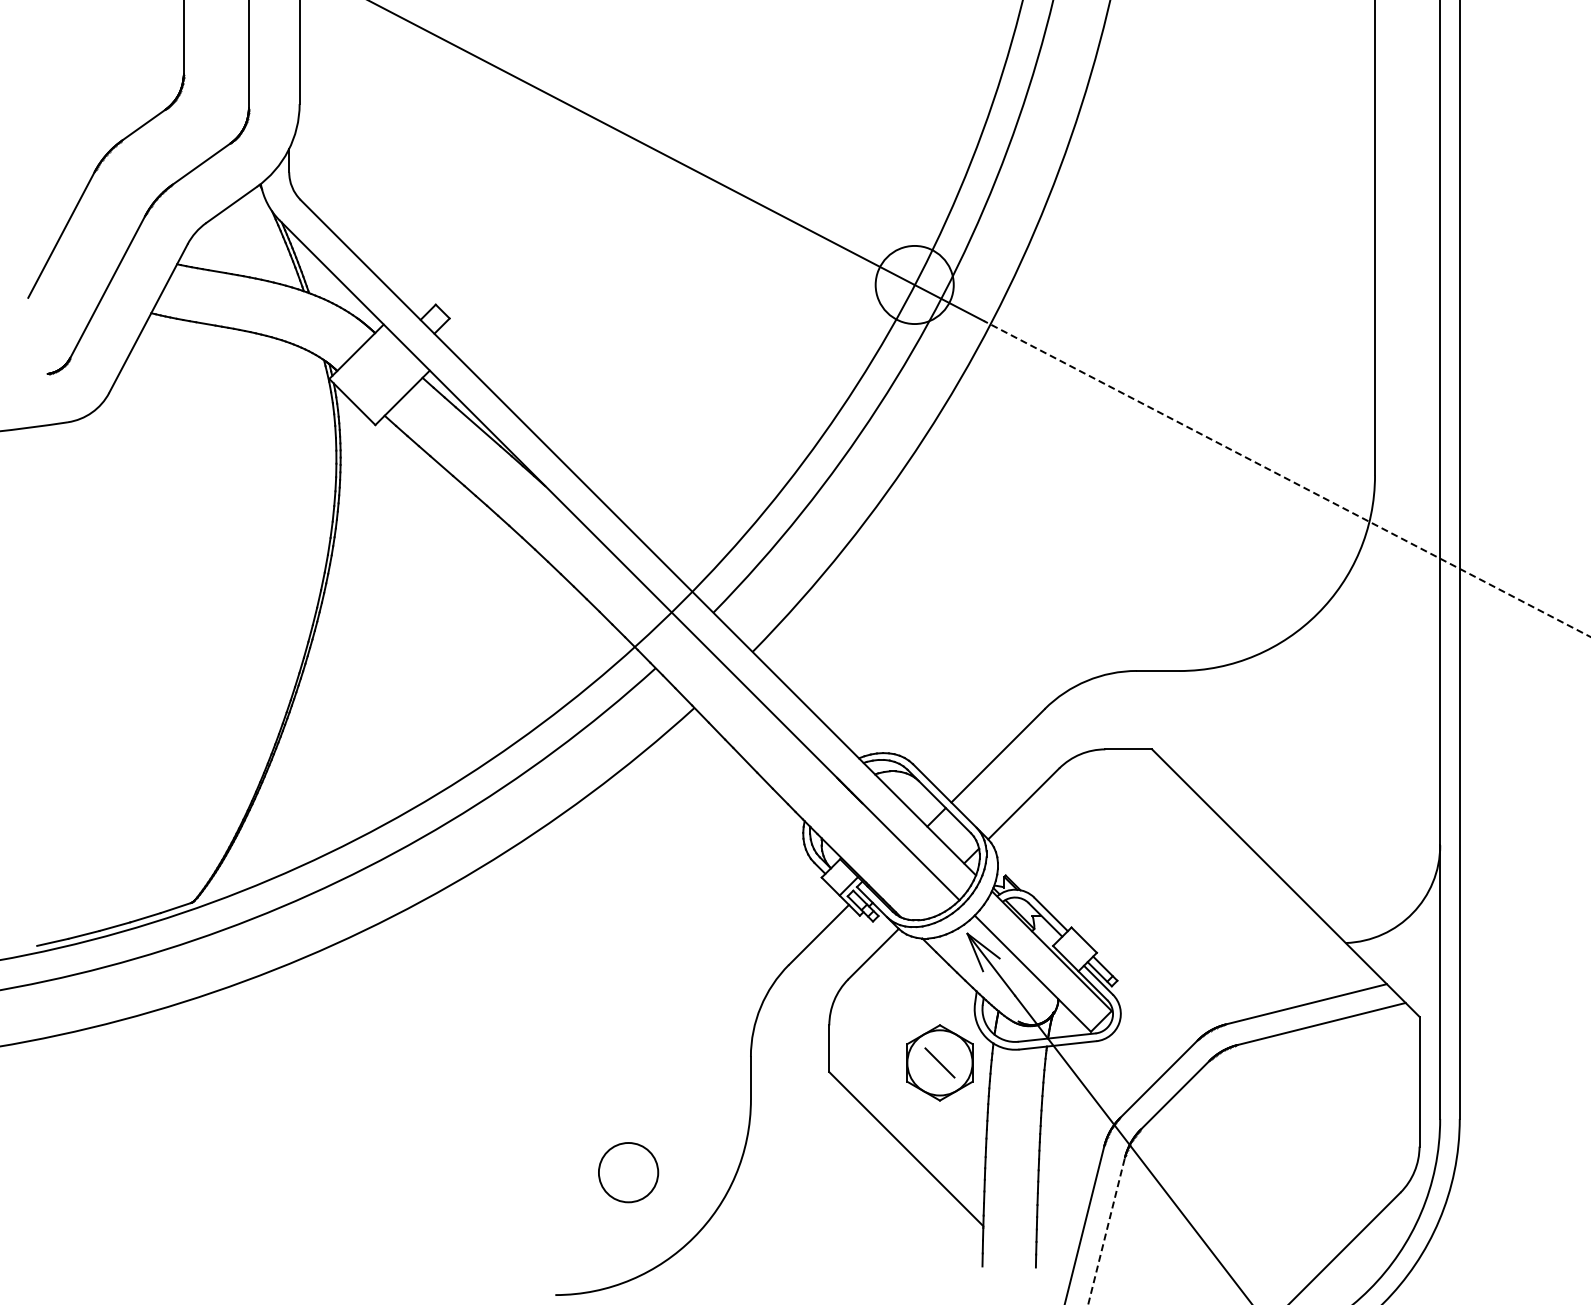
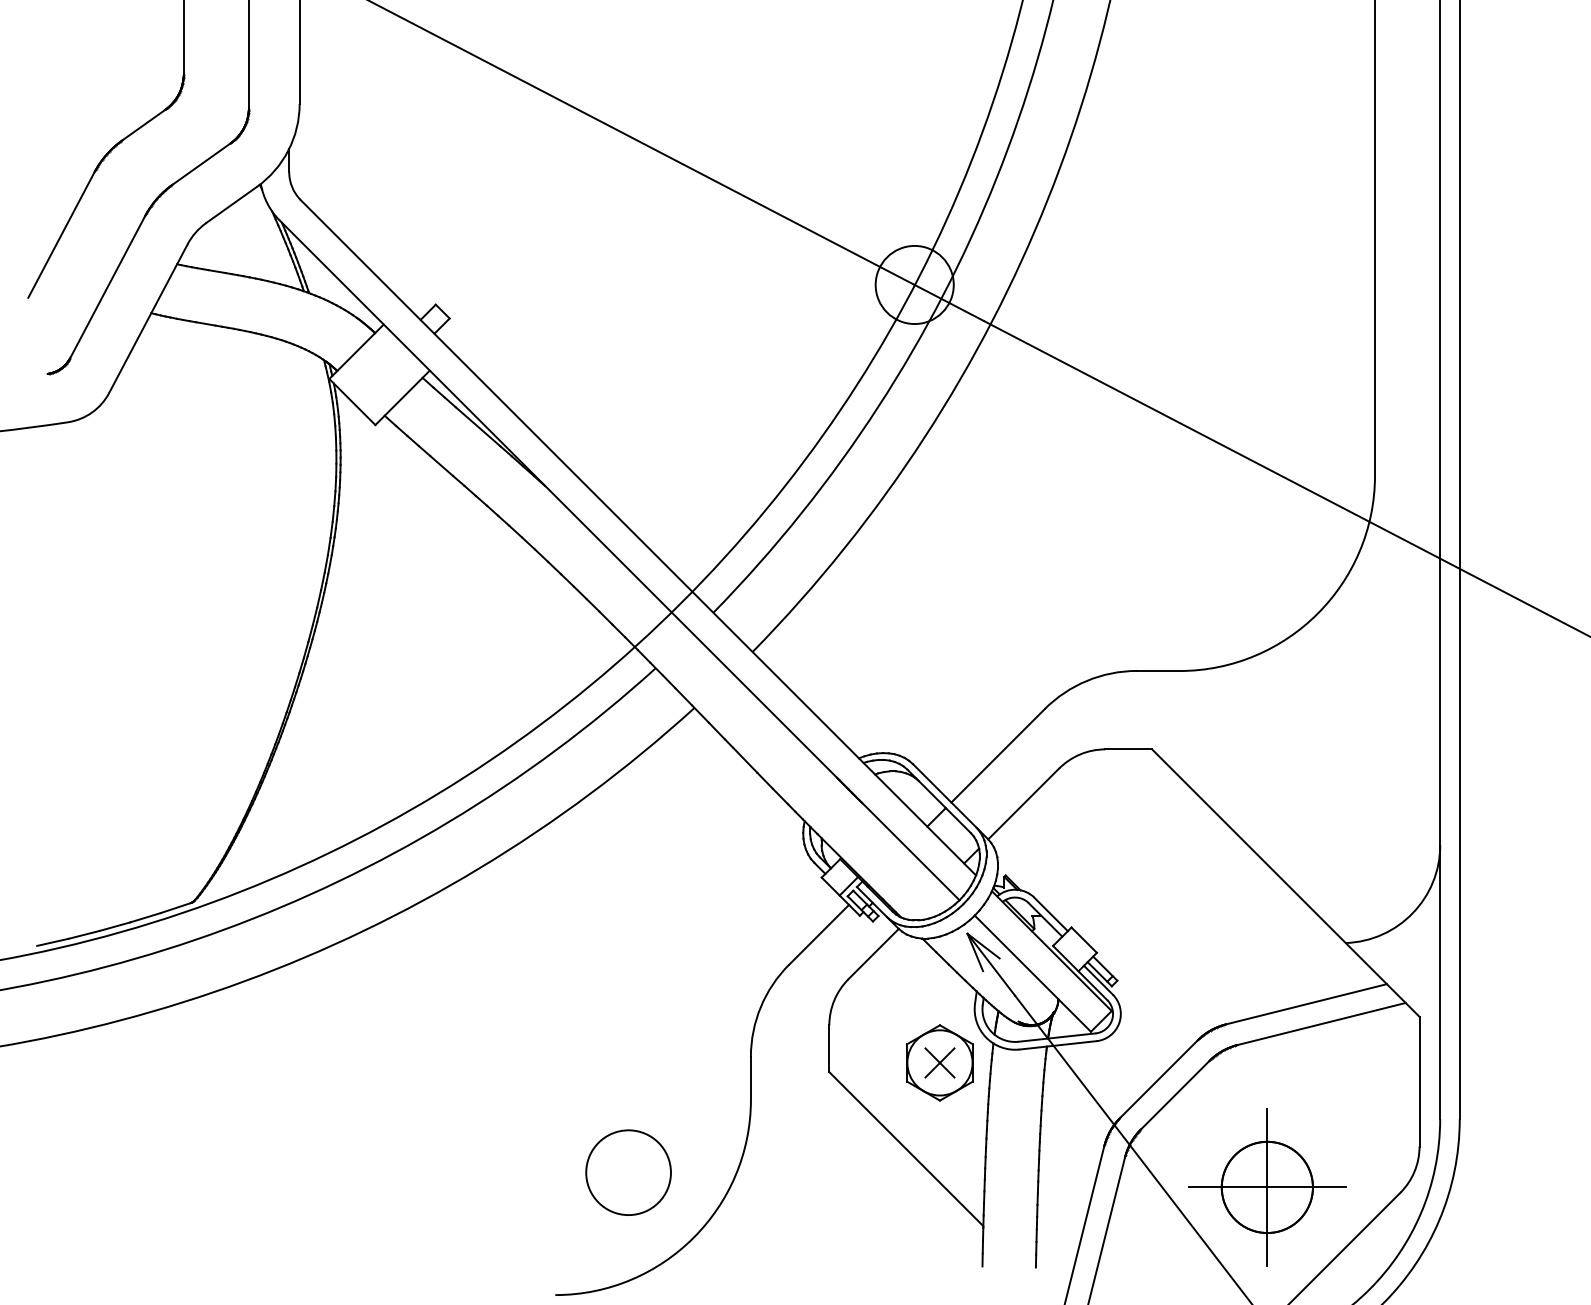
line at (1287, 478): dashed -> solid
line at (939, 1062): none -> present
circle at (628, 1172) size: 62x62 px -> 87x87 px
part at (1267, 1187): none -> present
line at (1106, 1231): dashed -> solid
